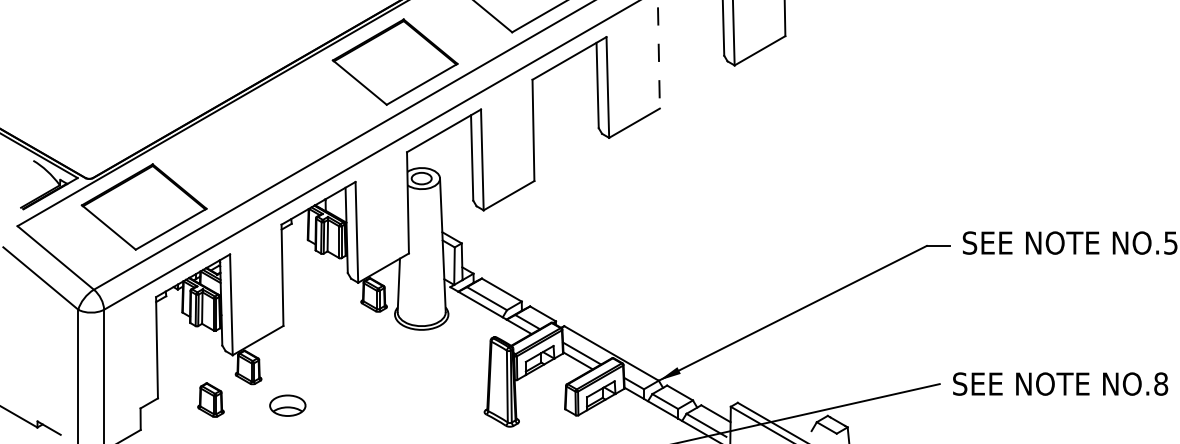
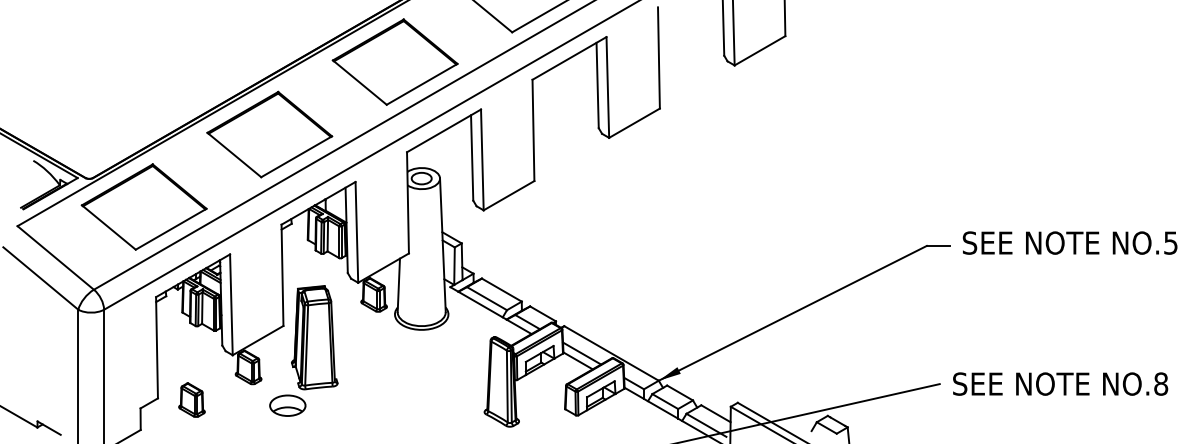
line at (658, 57): dashed -> solid
part at (269, 134): none -> present
part at (314, 337): none -> present
part at (210, 399) position: (210, 399) -> (191, 399)
